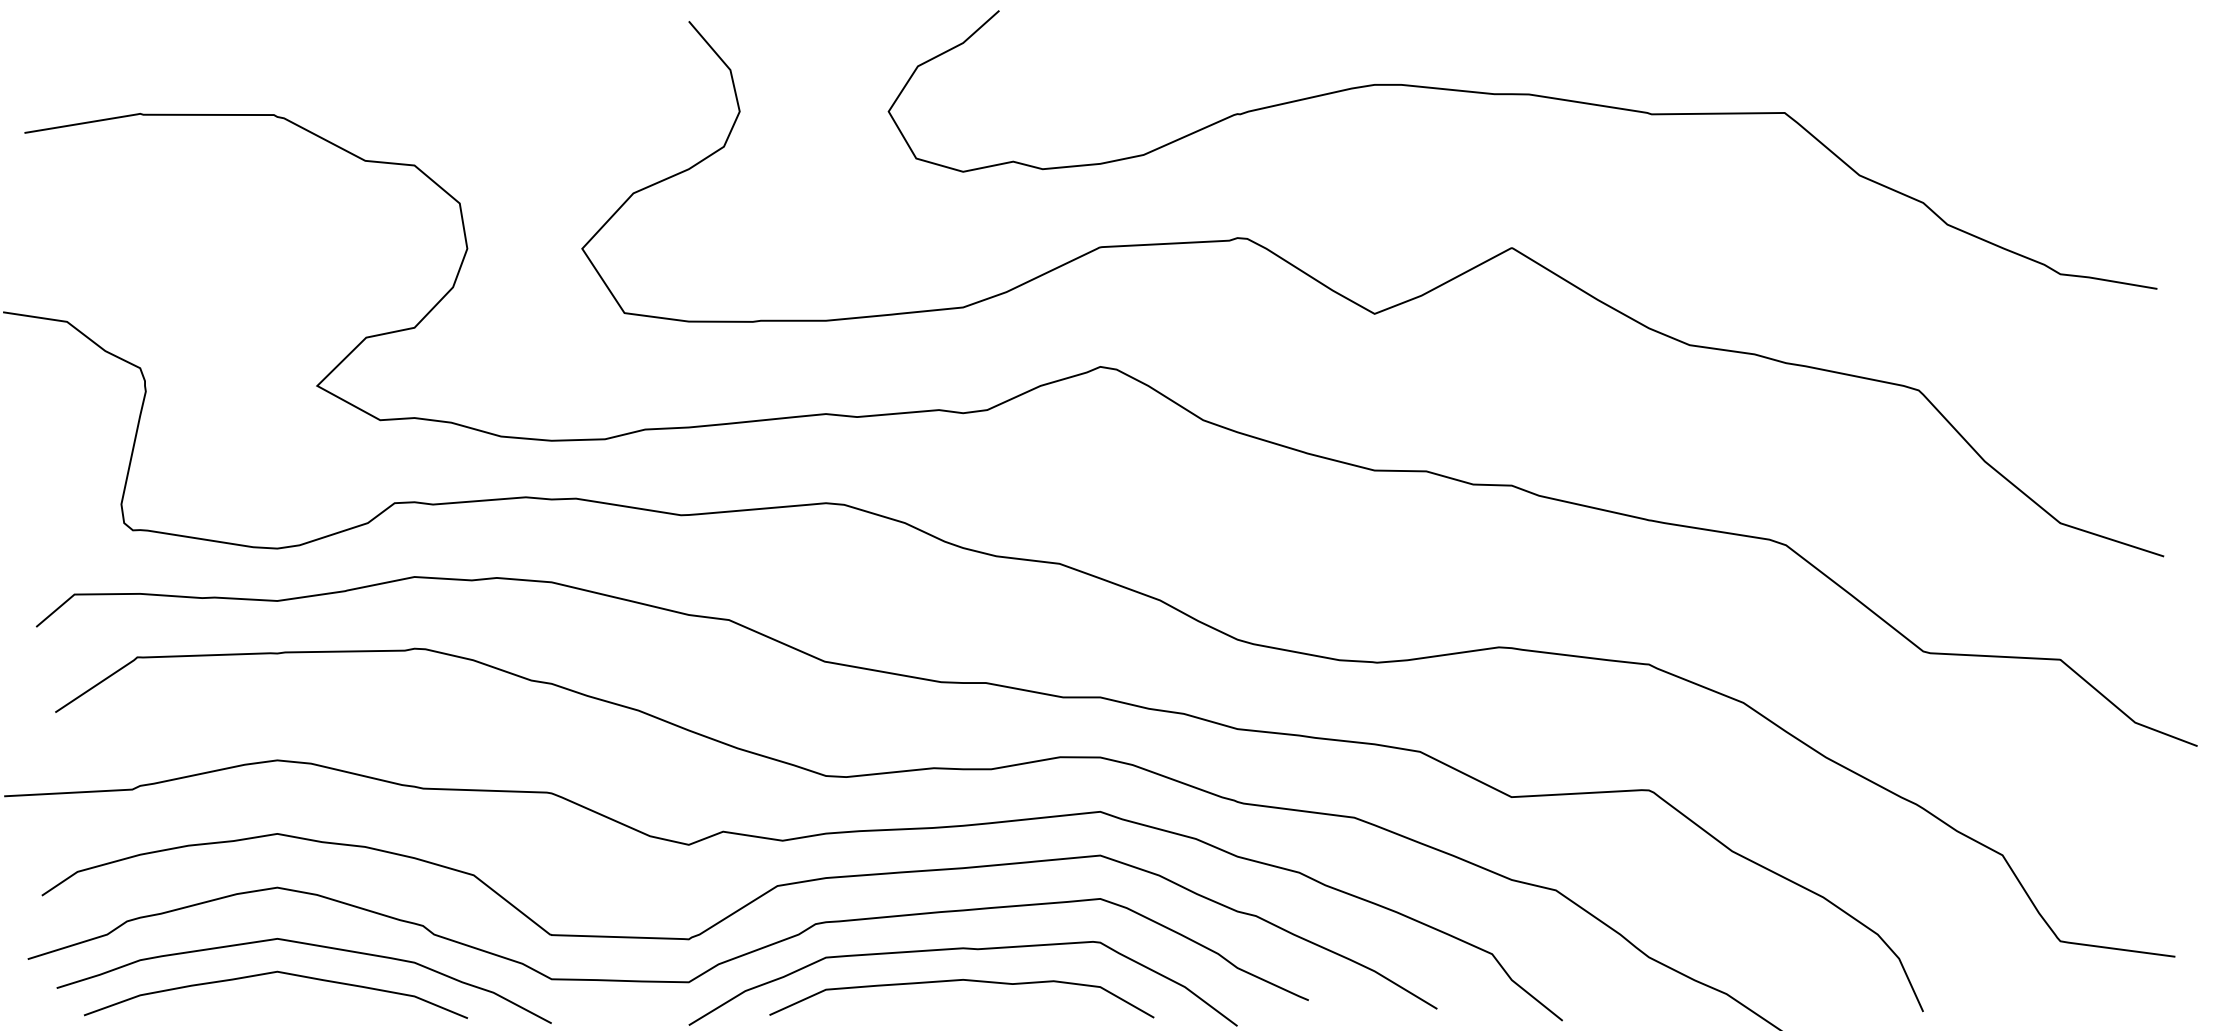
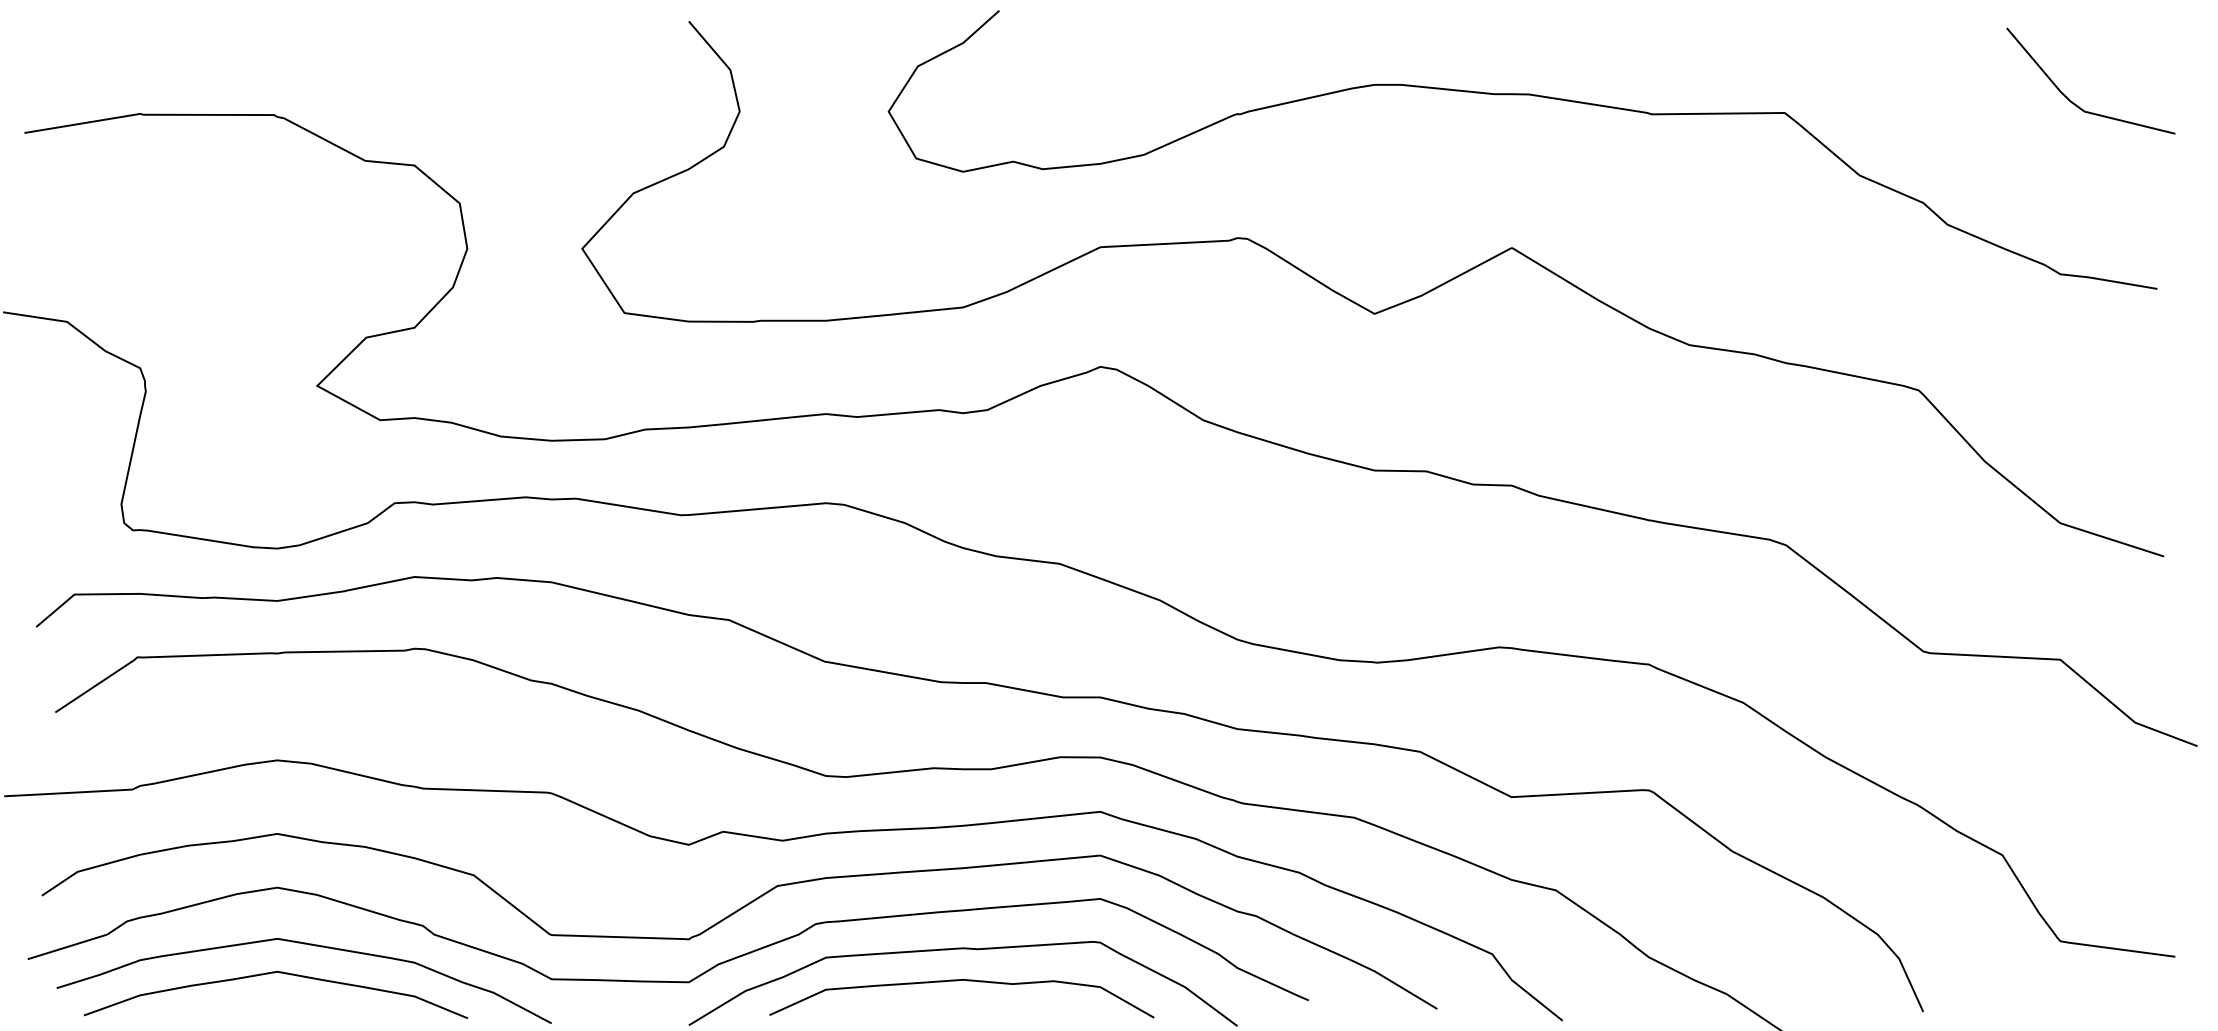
line at (2075, 103): none -> present
